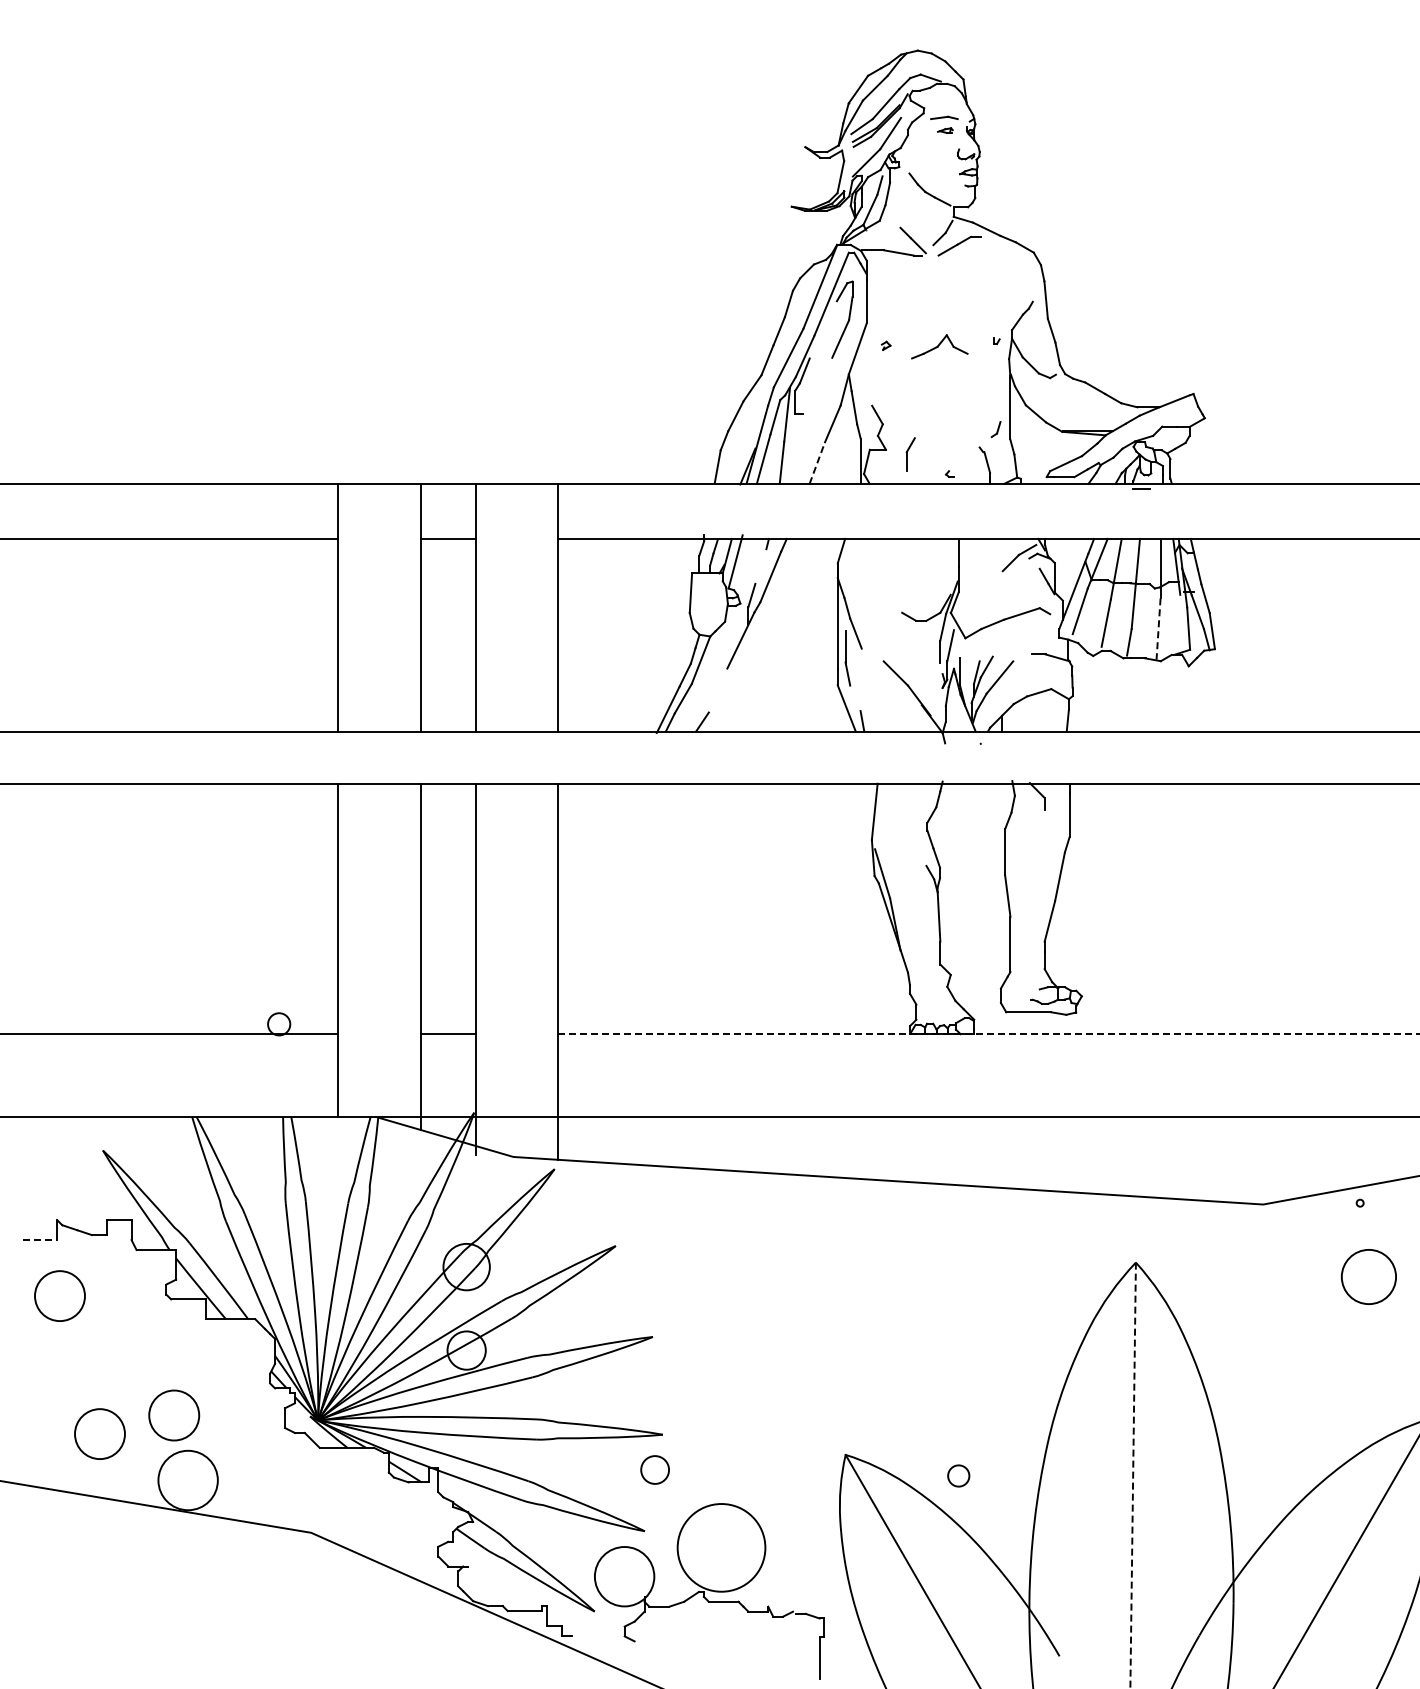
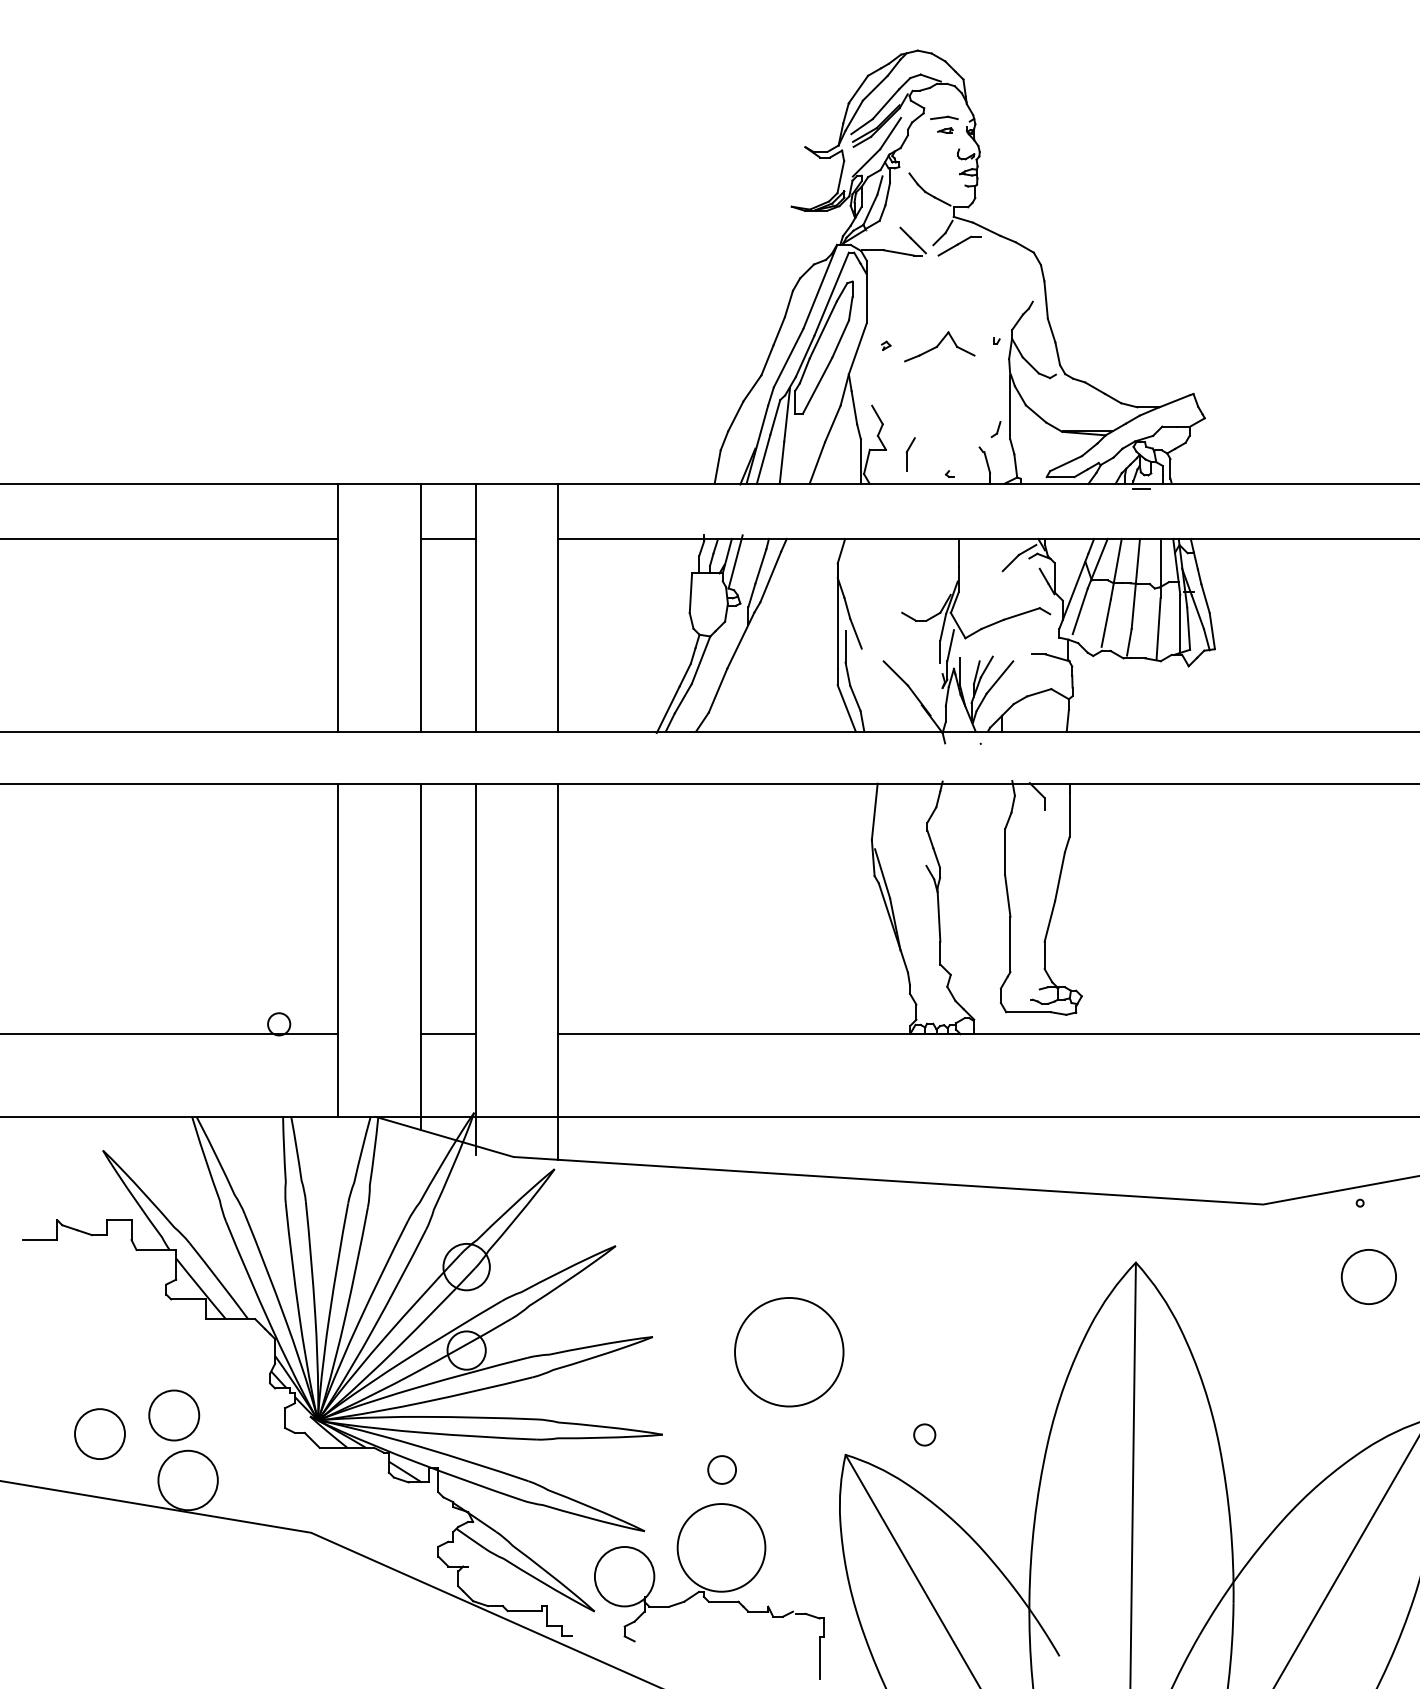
line at (822, 329): none -> present
part at (939, 346) size: 58x26 px -> 72x32 px
line at (817, 385): none -> present
line at (817, 462): dashed -> solid
line at (760, 566): none -> present
line at (1180, 623): none -> present
line at (1158, 628): dashed -> solid
line at (717, 690): none -> present
line at (855, 698): none -> present
line at (989, 1034): dashed -> solid
line at (40, 1240): dashed -> solid
circle at (59, 1295): present -> none
circle at (789, 1352): none -> present
circle at (654, 1469) position: (654, 1469) -> (721, 1469)
circle at (958, 1475) position: (958, 1475) -> (924, 1434)
line at (1133, 1475): dashed -> solid
